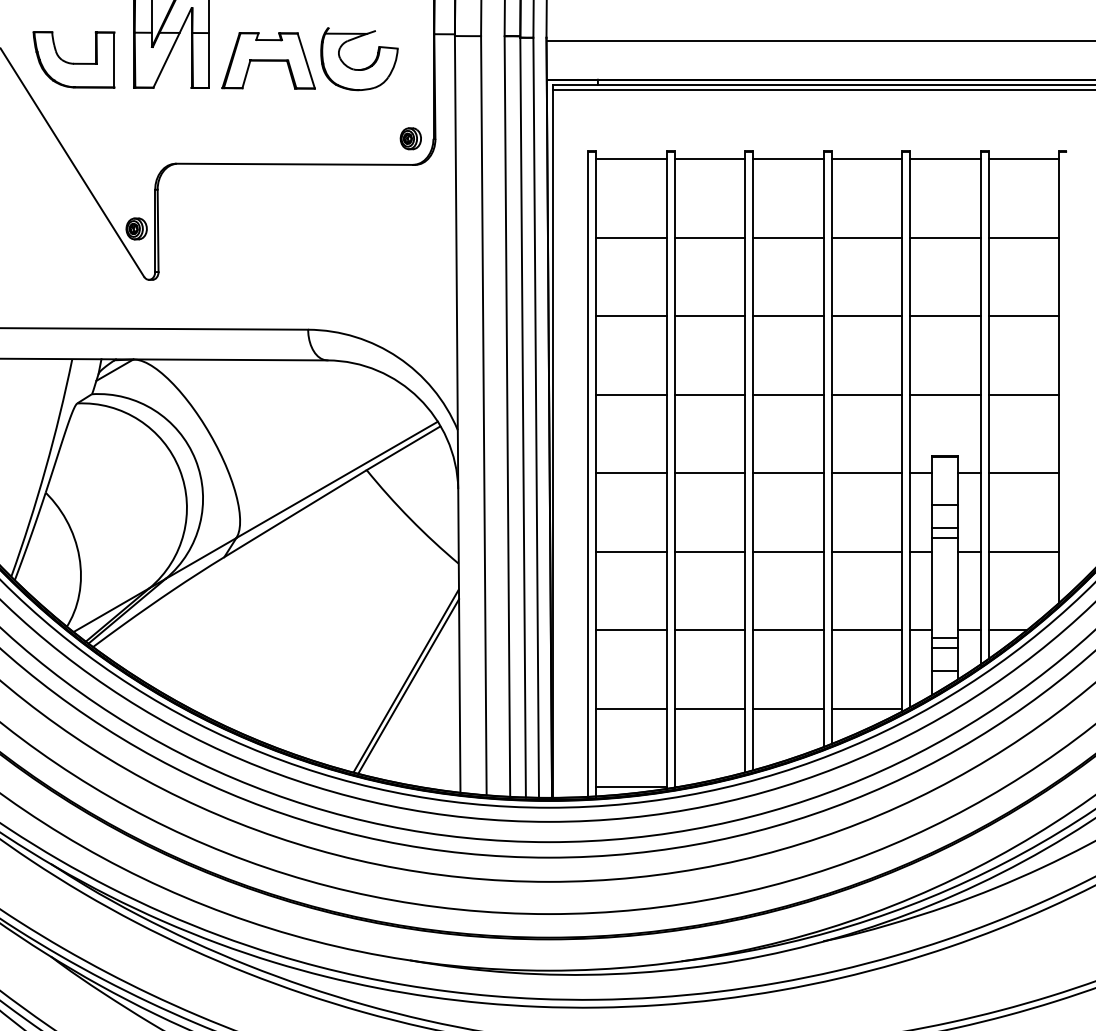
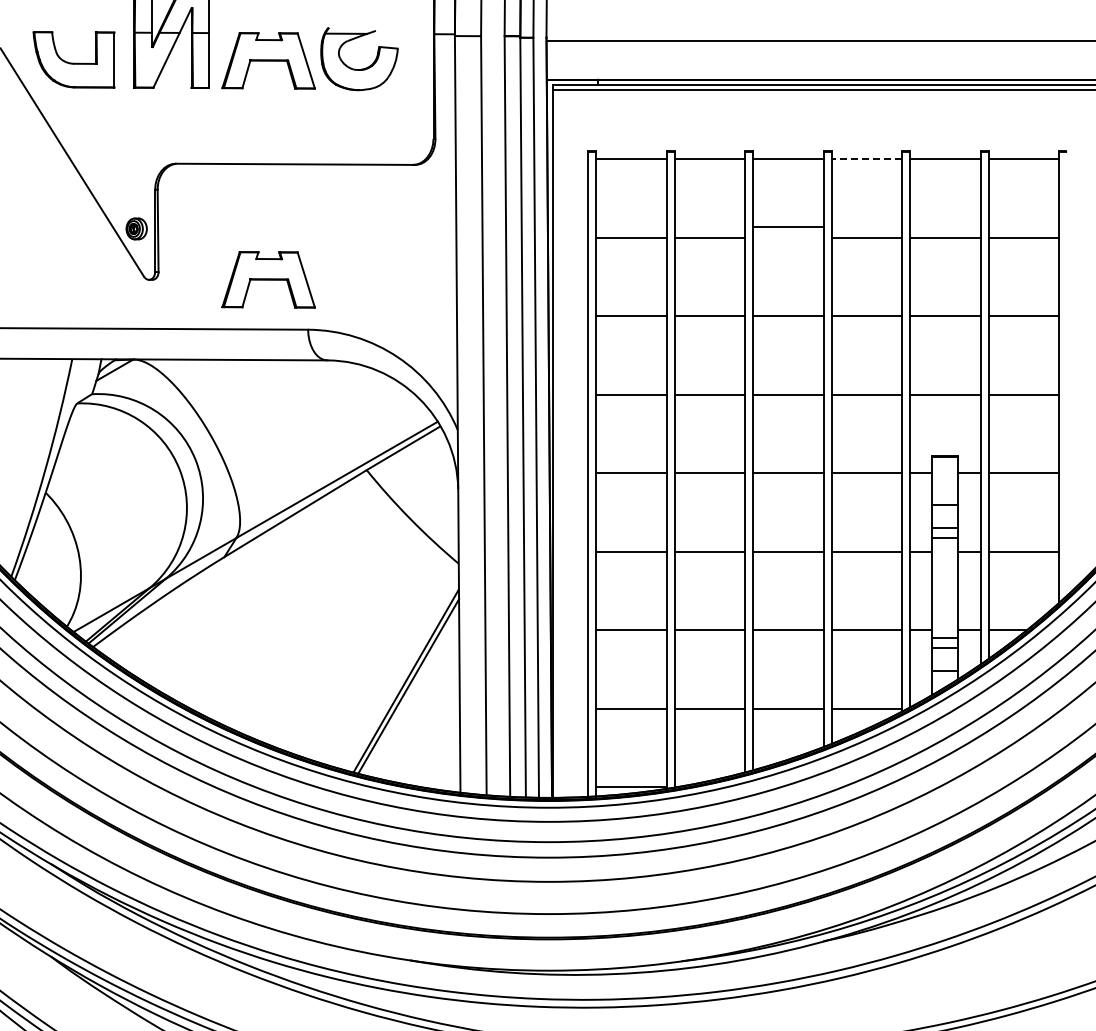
part at (410, 138): present -> none
line at (866, 159): solid -> dashed
line at (788, 237) position: (788, 237) -> (788, 226)
part at (268, 279): none -> present
